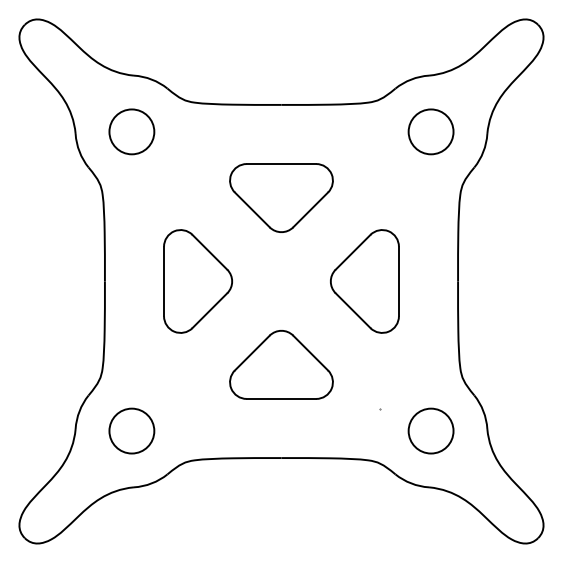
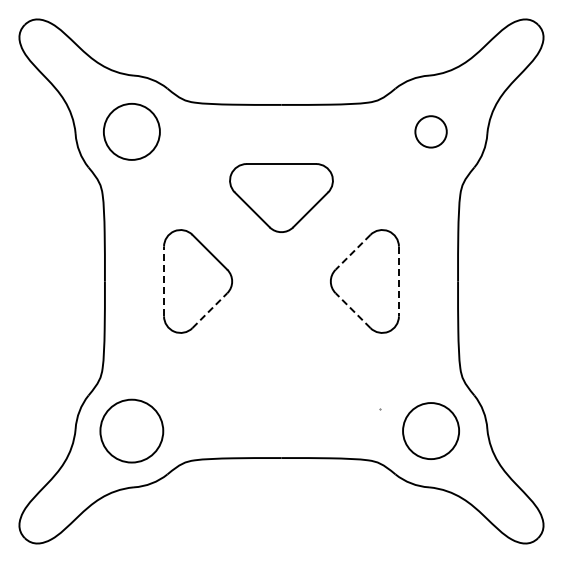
circle at (131, 131) diameter: 45 px -> 56 px
circle at (430, 131) diameter: 45 px -> 31 px
line at (353, 252): solid -> dashed
line at (164, 281): solid -> dashed
line at (398, 281): solid -> dashed
line at (209, 310): solid -> dashed
line at (353, 310): solid -> dashed
part at (281, 364): present -> none
circle at (131, 430) size: 48x48 px -> 66x66 px
circle at (430, 430) diameter: 45 px -> 56 px
